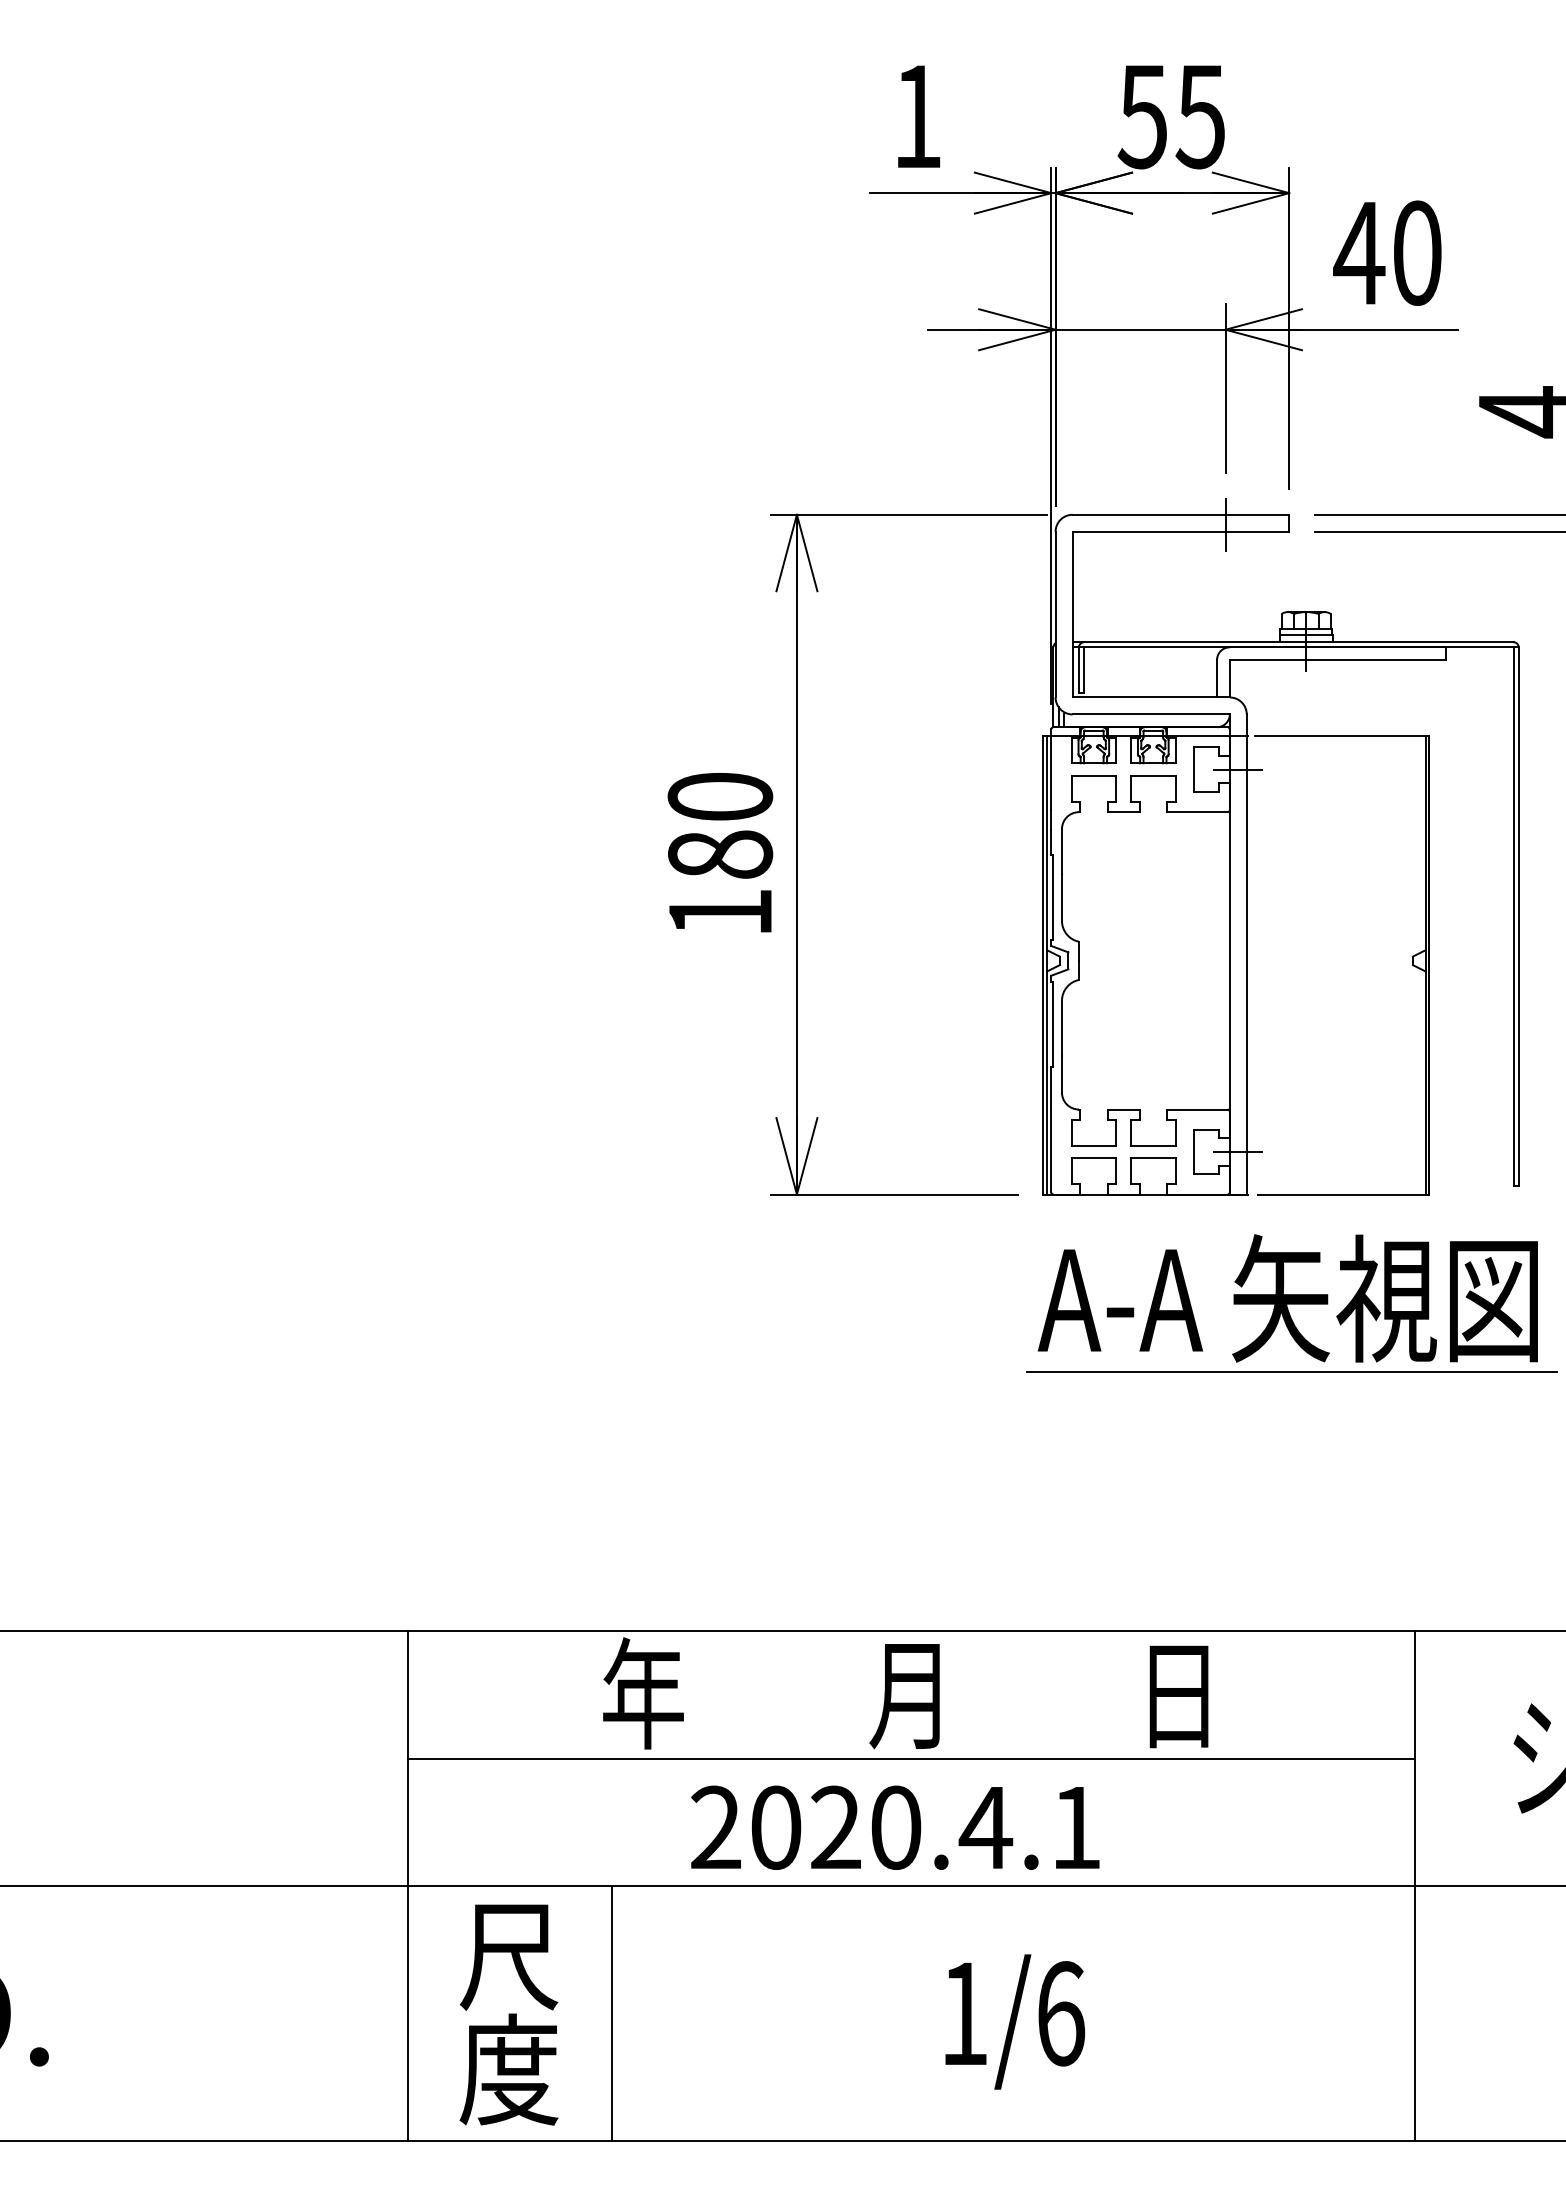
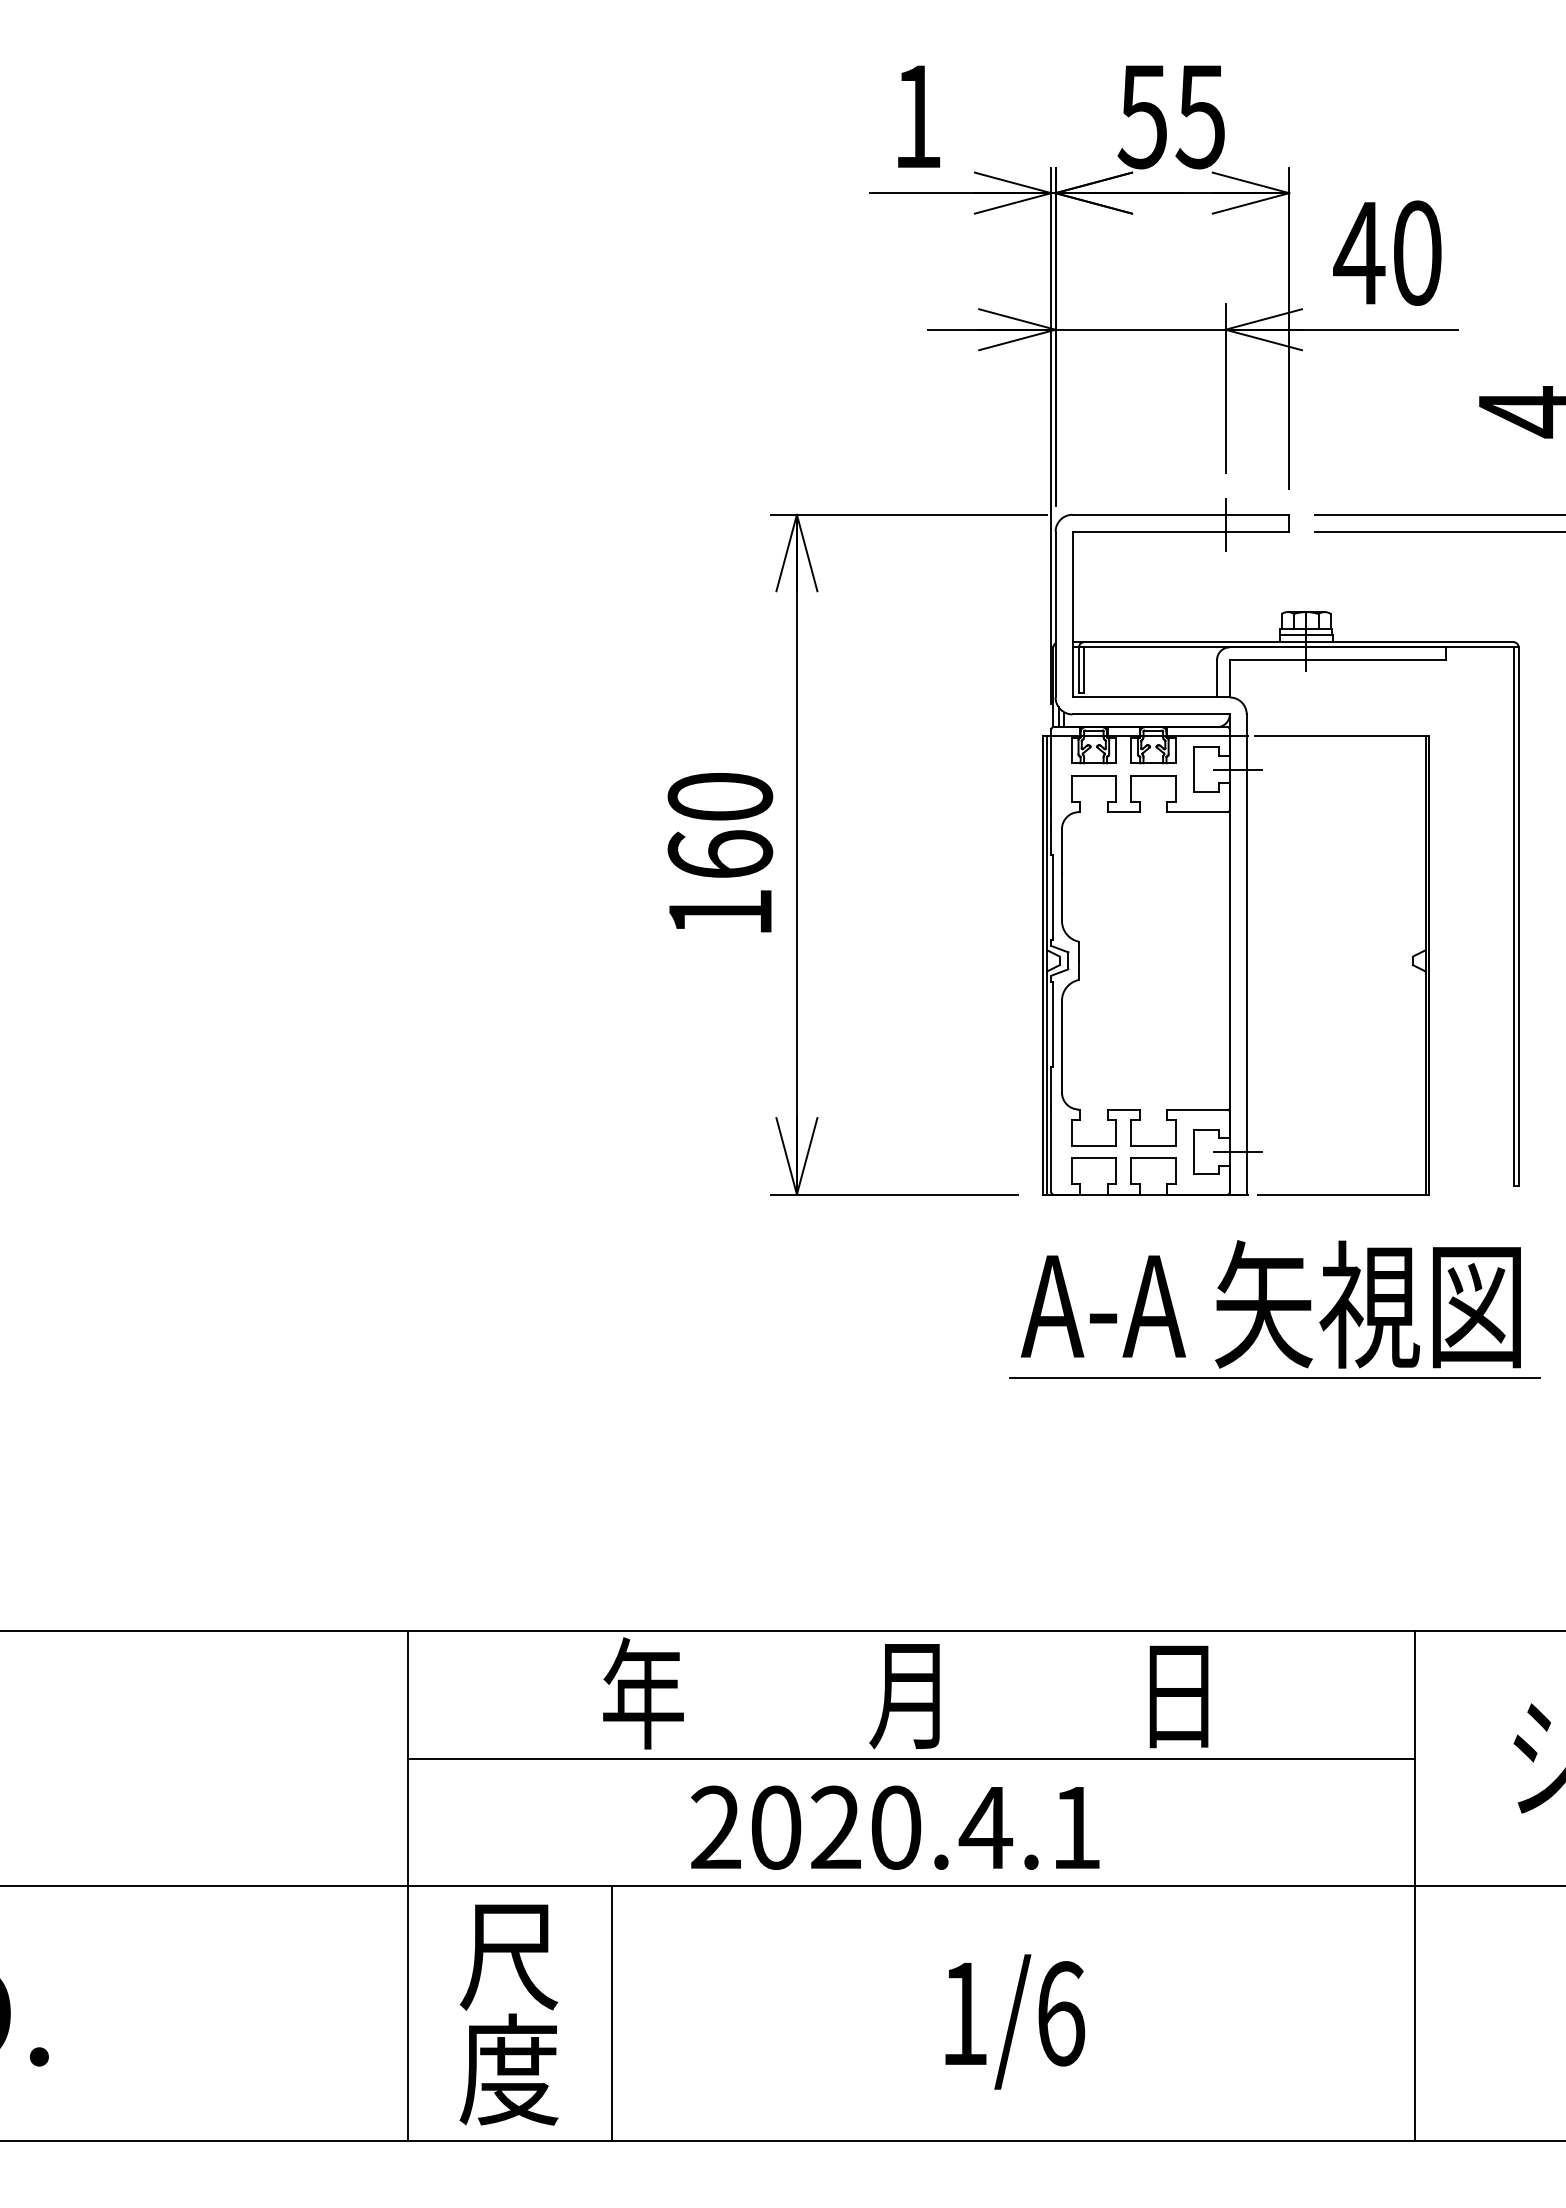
text at (720, 854): 180 -> 160
part at (1291, 1303) position: (1291, 1303) -> (1274, 1309)
